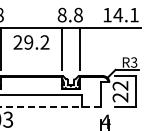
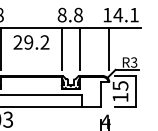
line at (109, 48): none -> present
text at (120, 91): 22 -> 15
line at (50, 107): dashed -> solid
